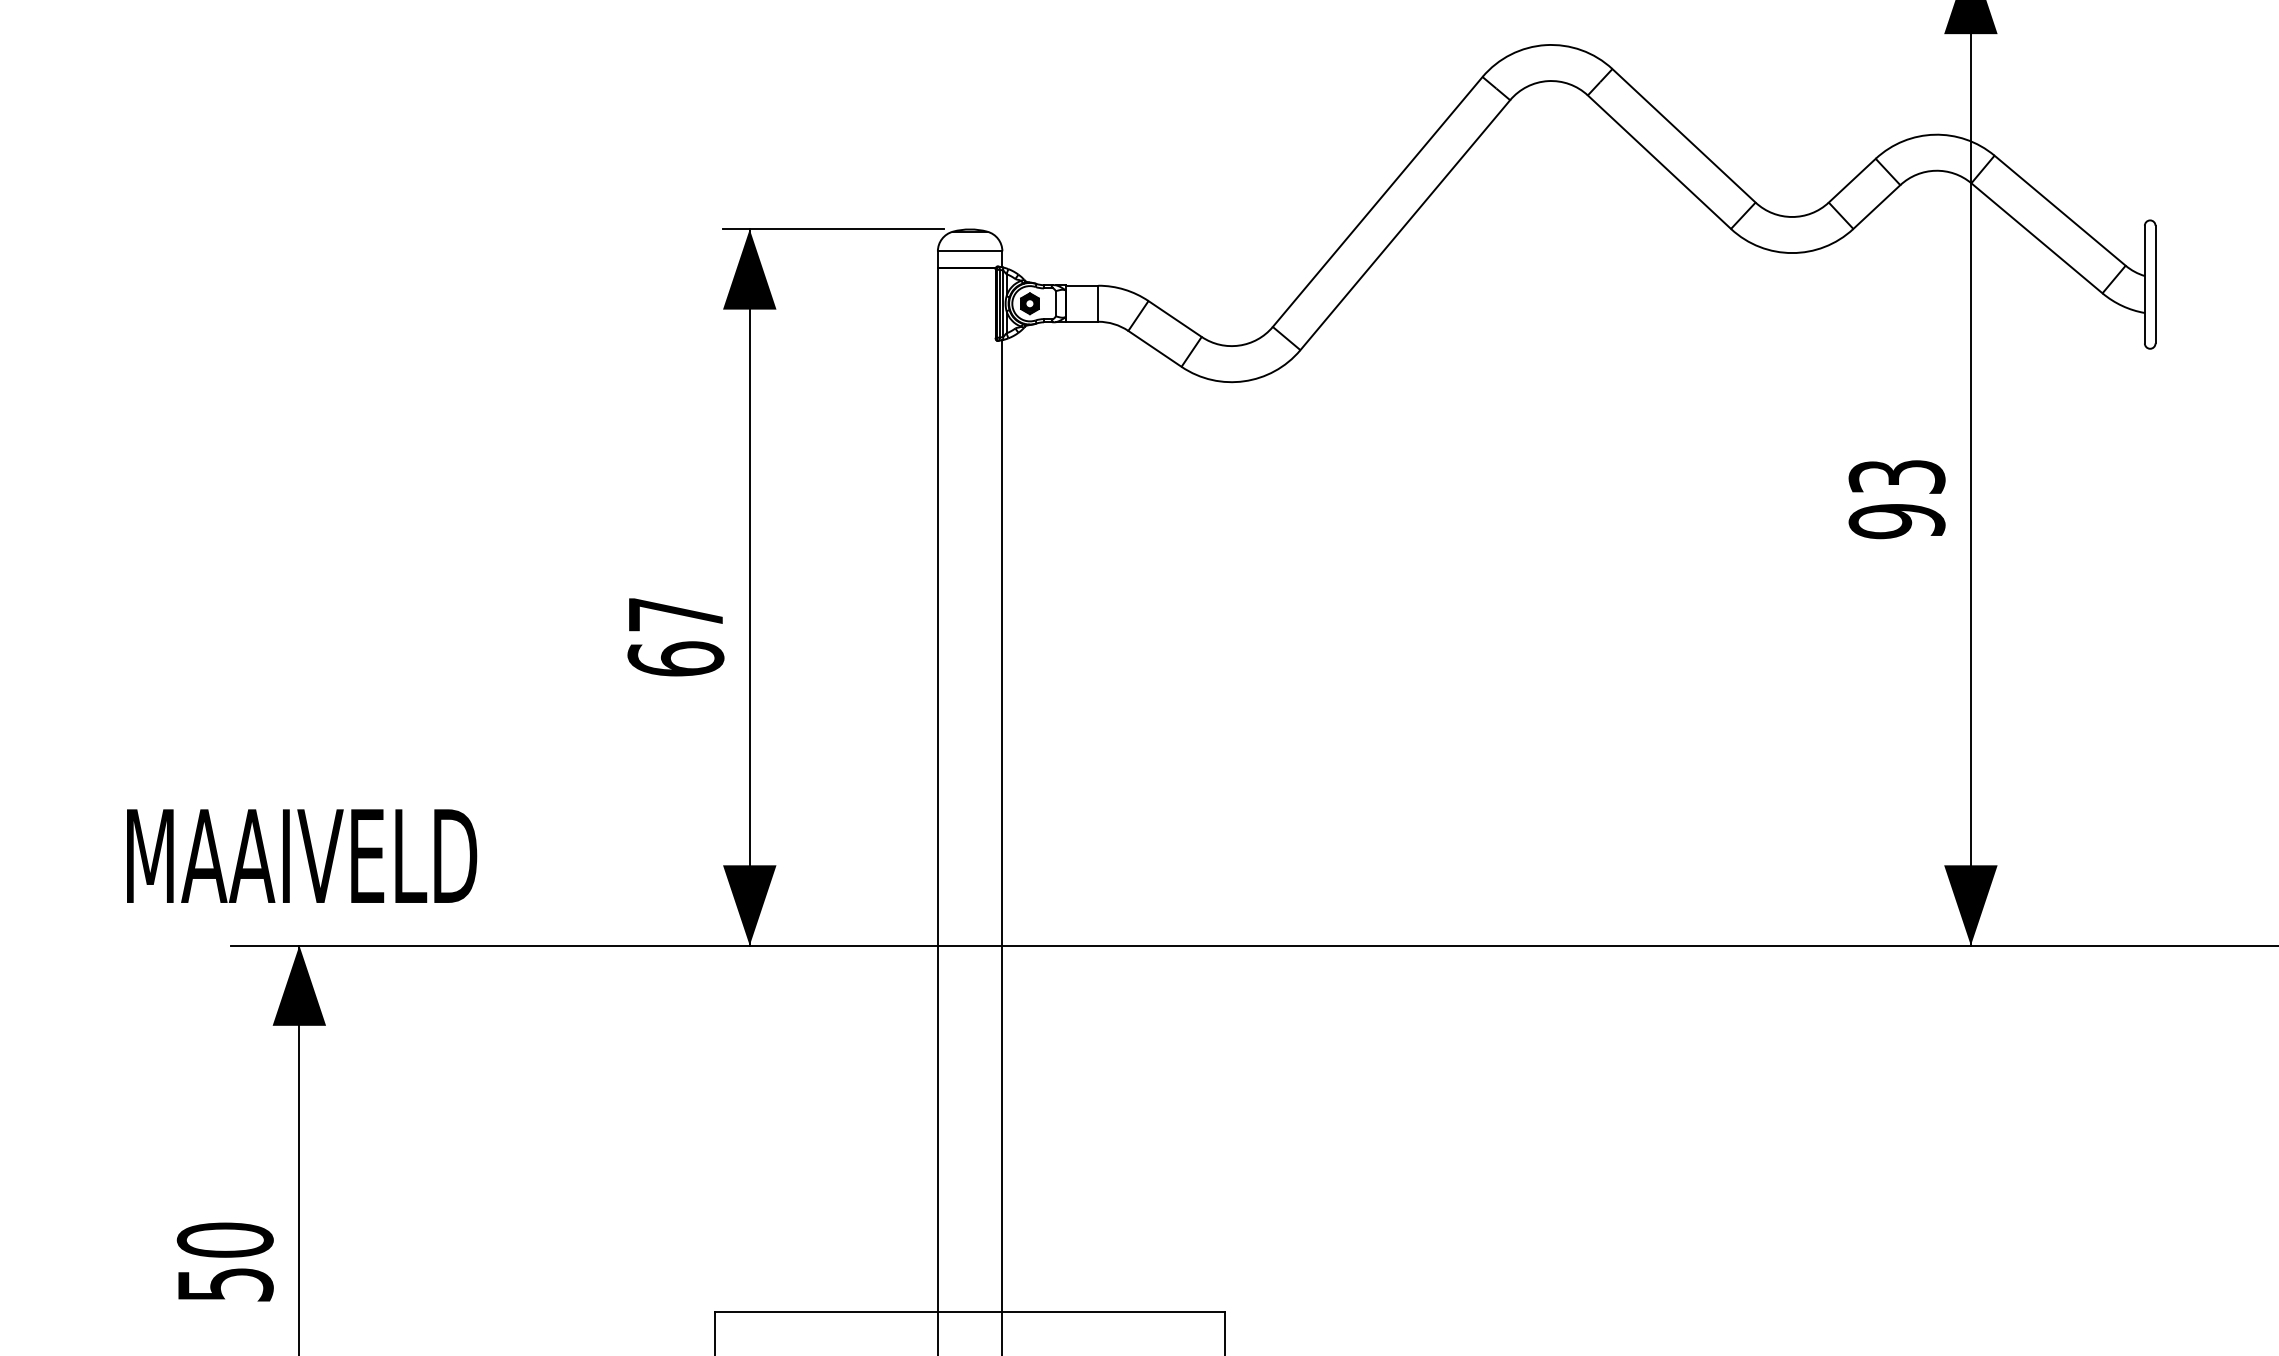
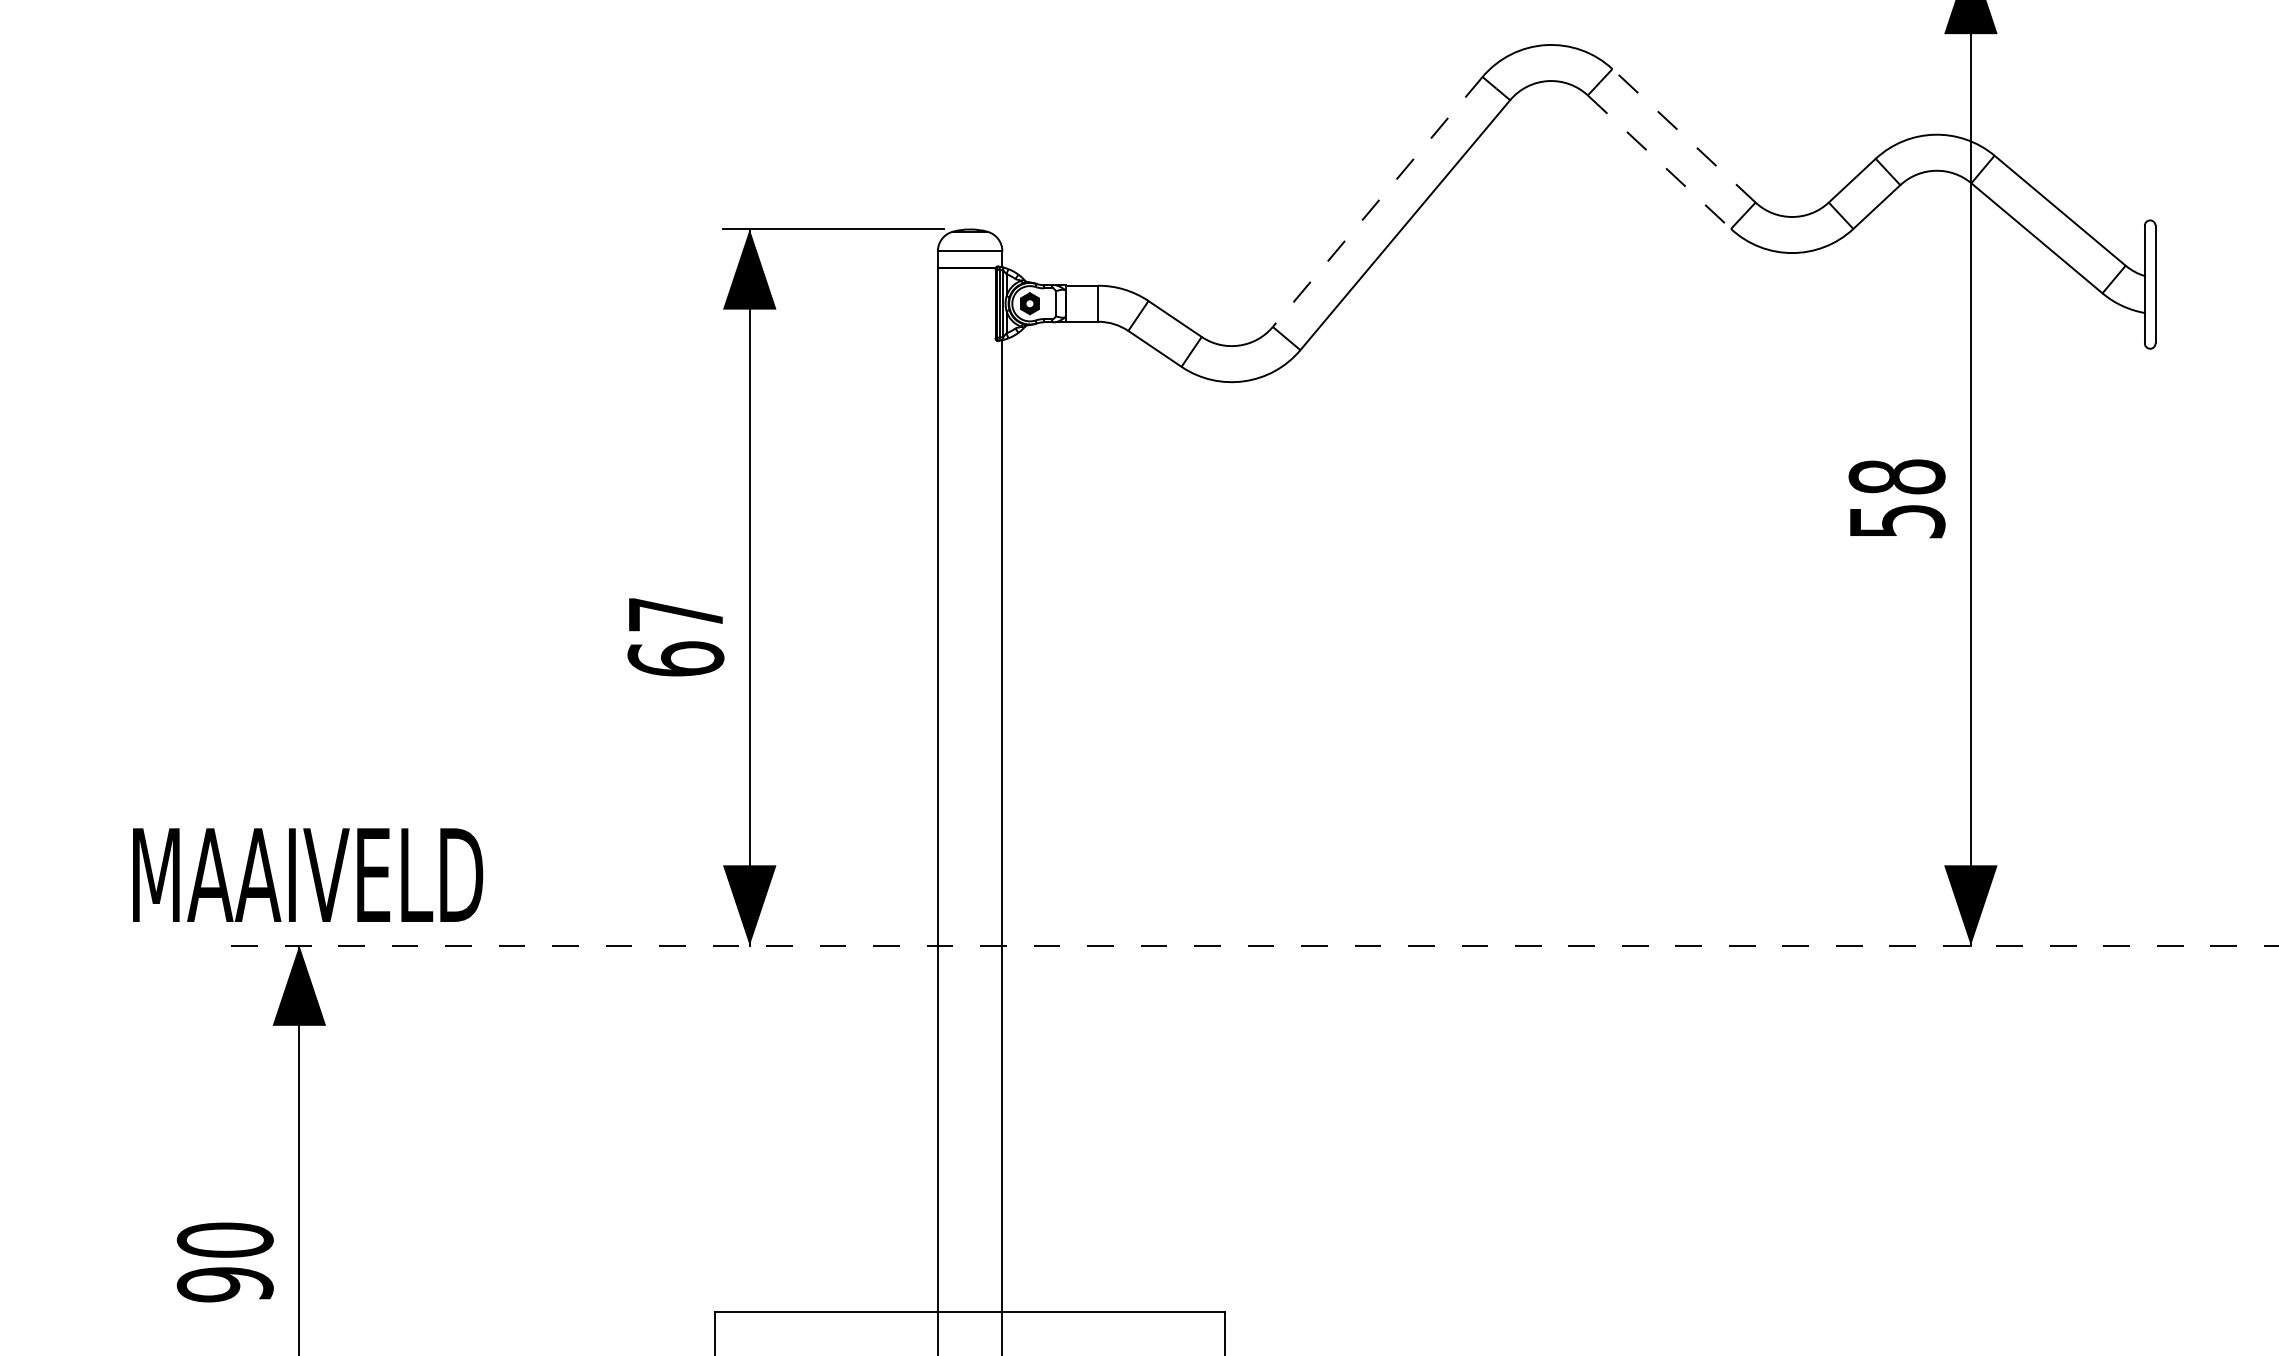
line at (1684, 135): solid -> dashed
line at (1659, 162): solid -> dashed
line at (1377, 202): solid -> dashed
text at (1896, 499): 93 -> 58
text at (302, 855) position: (302, 855) -> (308, 874)
line at (1255, 945): solid -> dashed
text at (224, 1284): 50 -> 90
